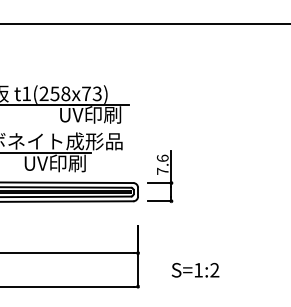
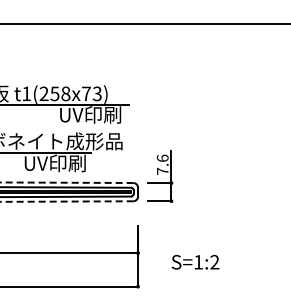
line at (67, 182): solid -> dashed
line at (67, 201): solid -> dashed
text at (195, 270) position: (195, 270) -> (195, 262)
